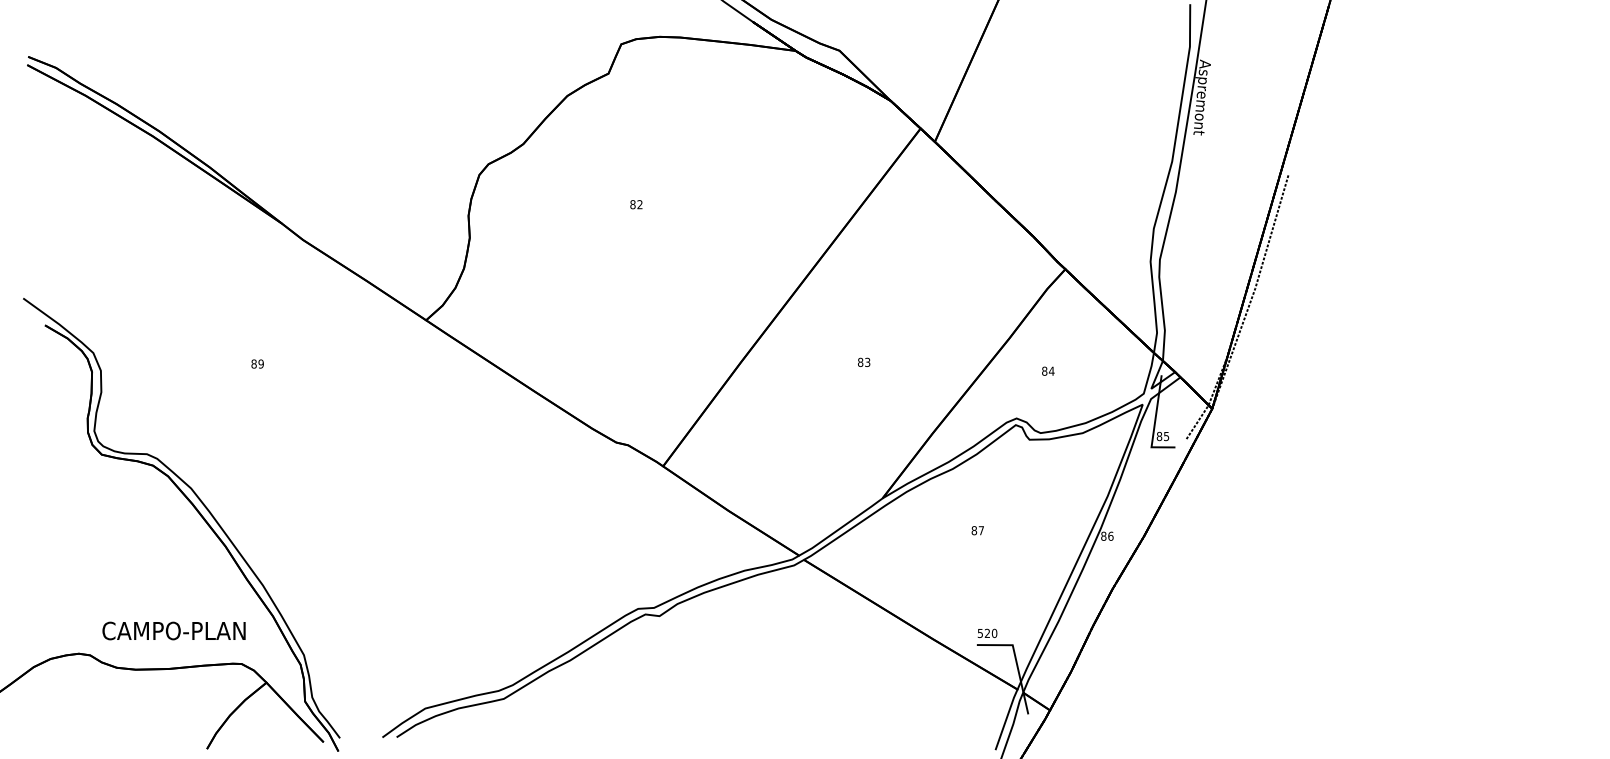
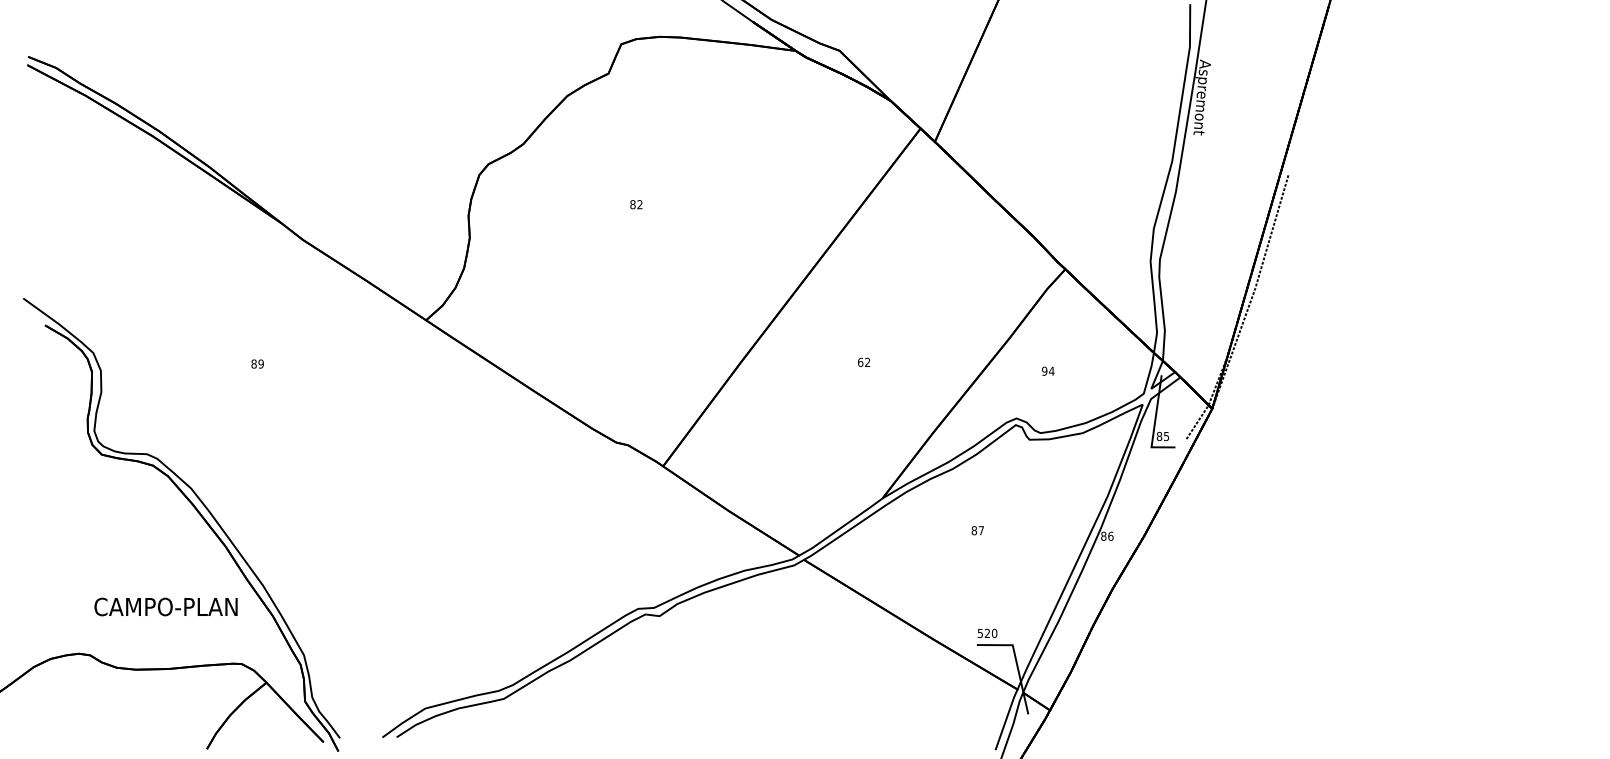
text at (864, 361): 83 -> 62
text at (1044, 371): 84 -> 94
text at (173, 630) position: (173, 630) -> (165, 606)
